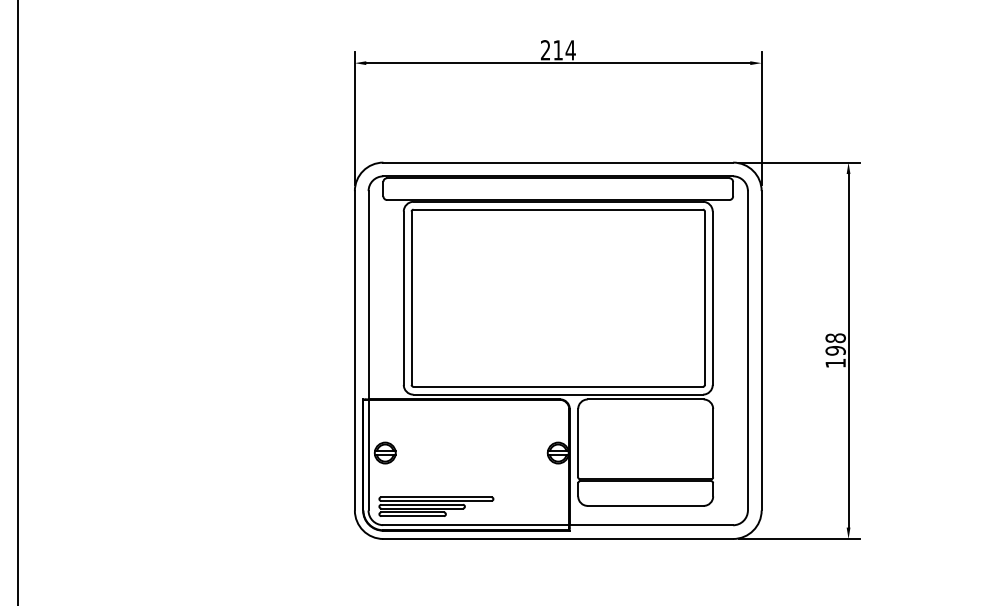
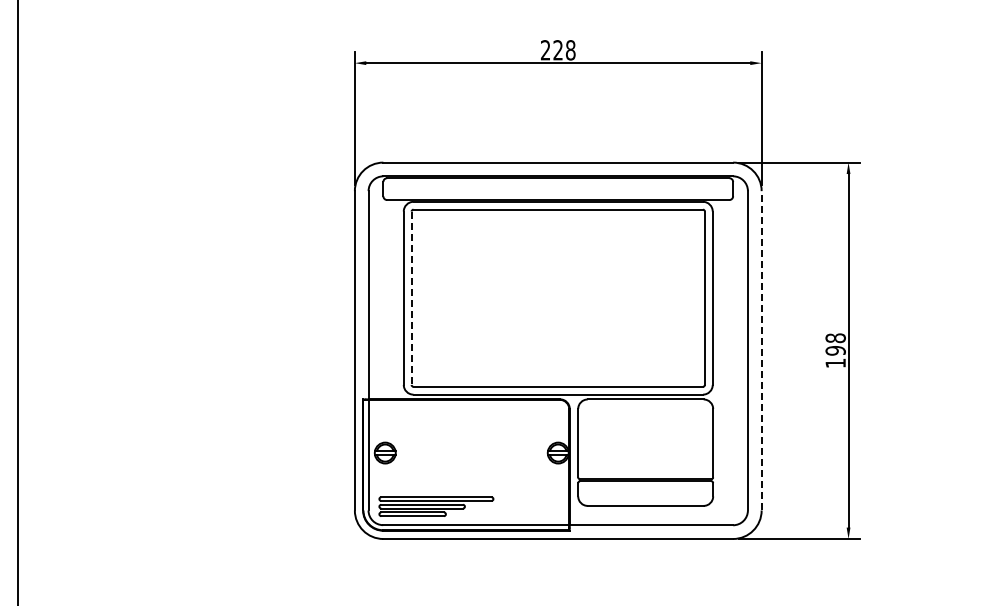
text at (564, 50): 214 -> 228
line at (411, 298): solid -> dashed
line at (761, 350): solid -> dashed
